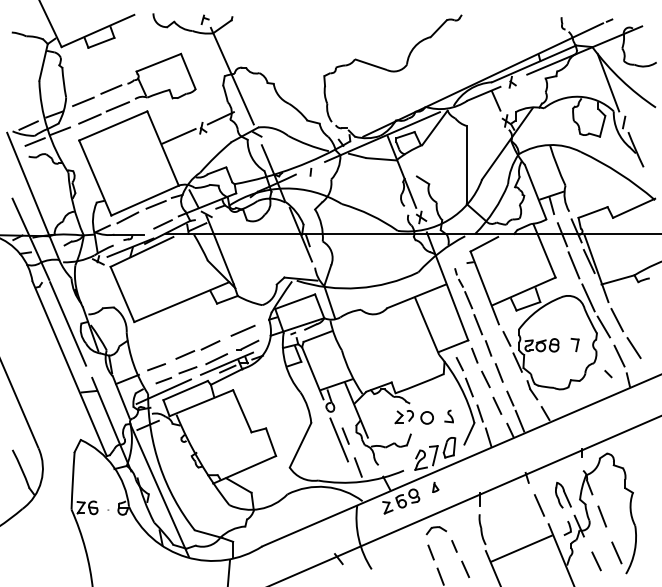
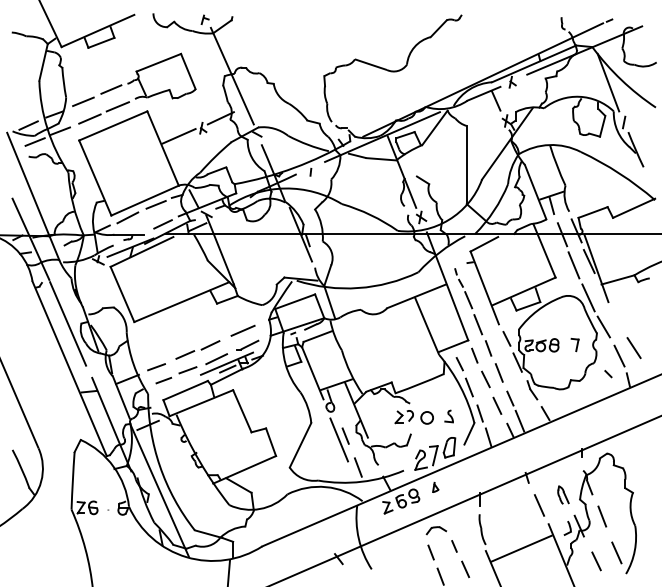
line at (616, 320): present -> none
line at (163, 391): present -> none
part at (563, 494) size: 17x28 px -> 13x20 px
